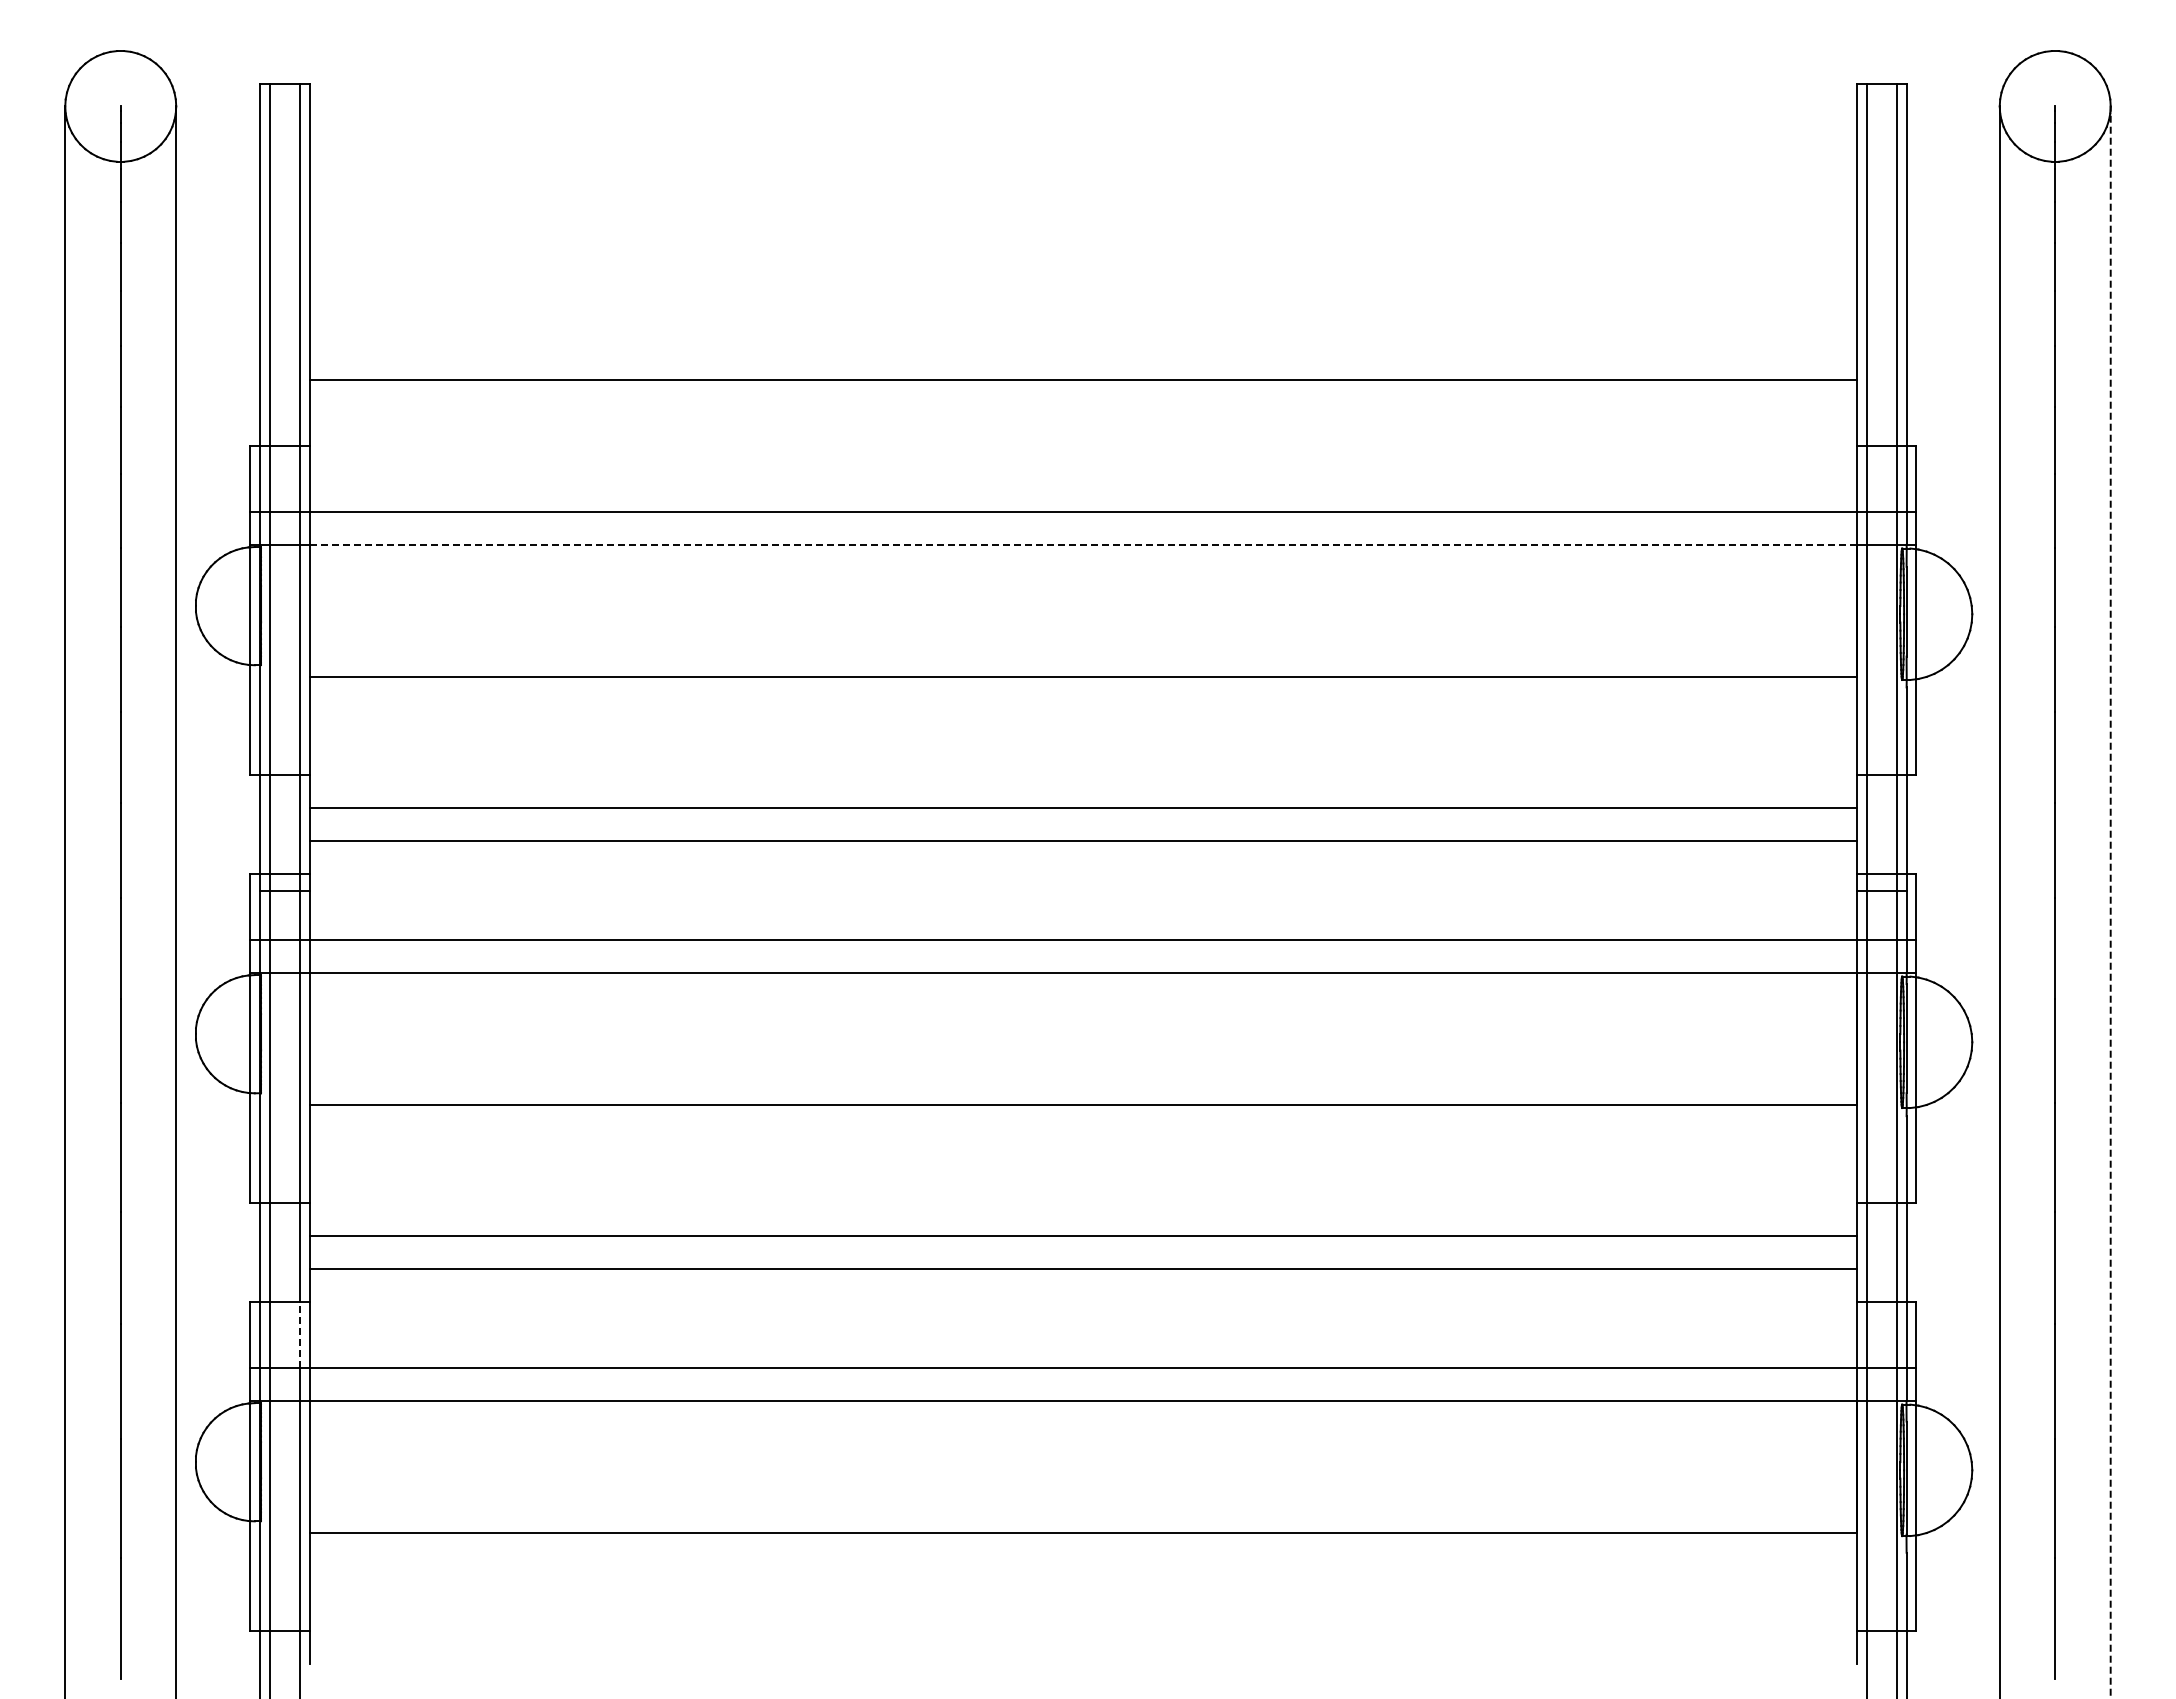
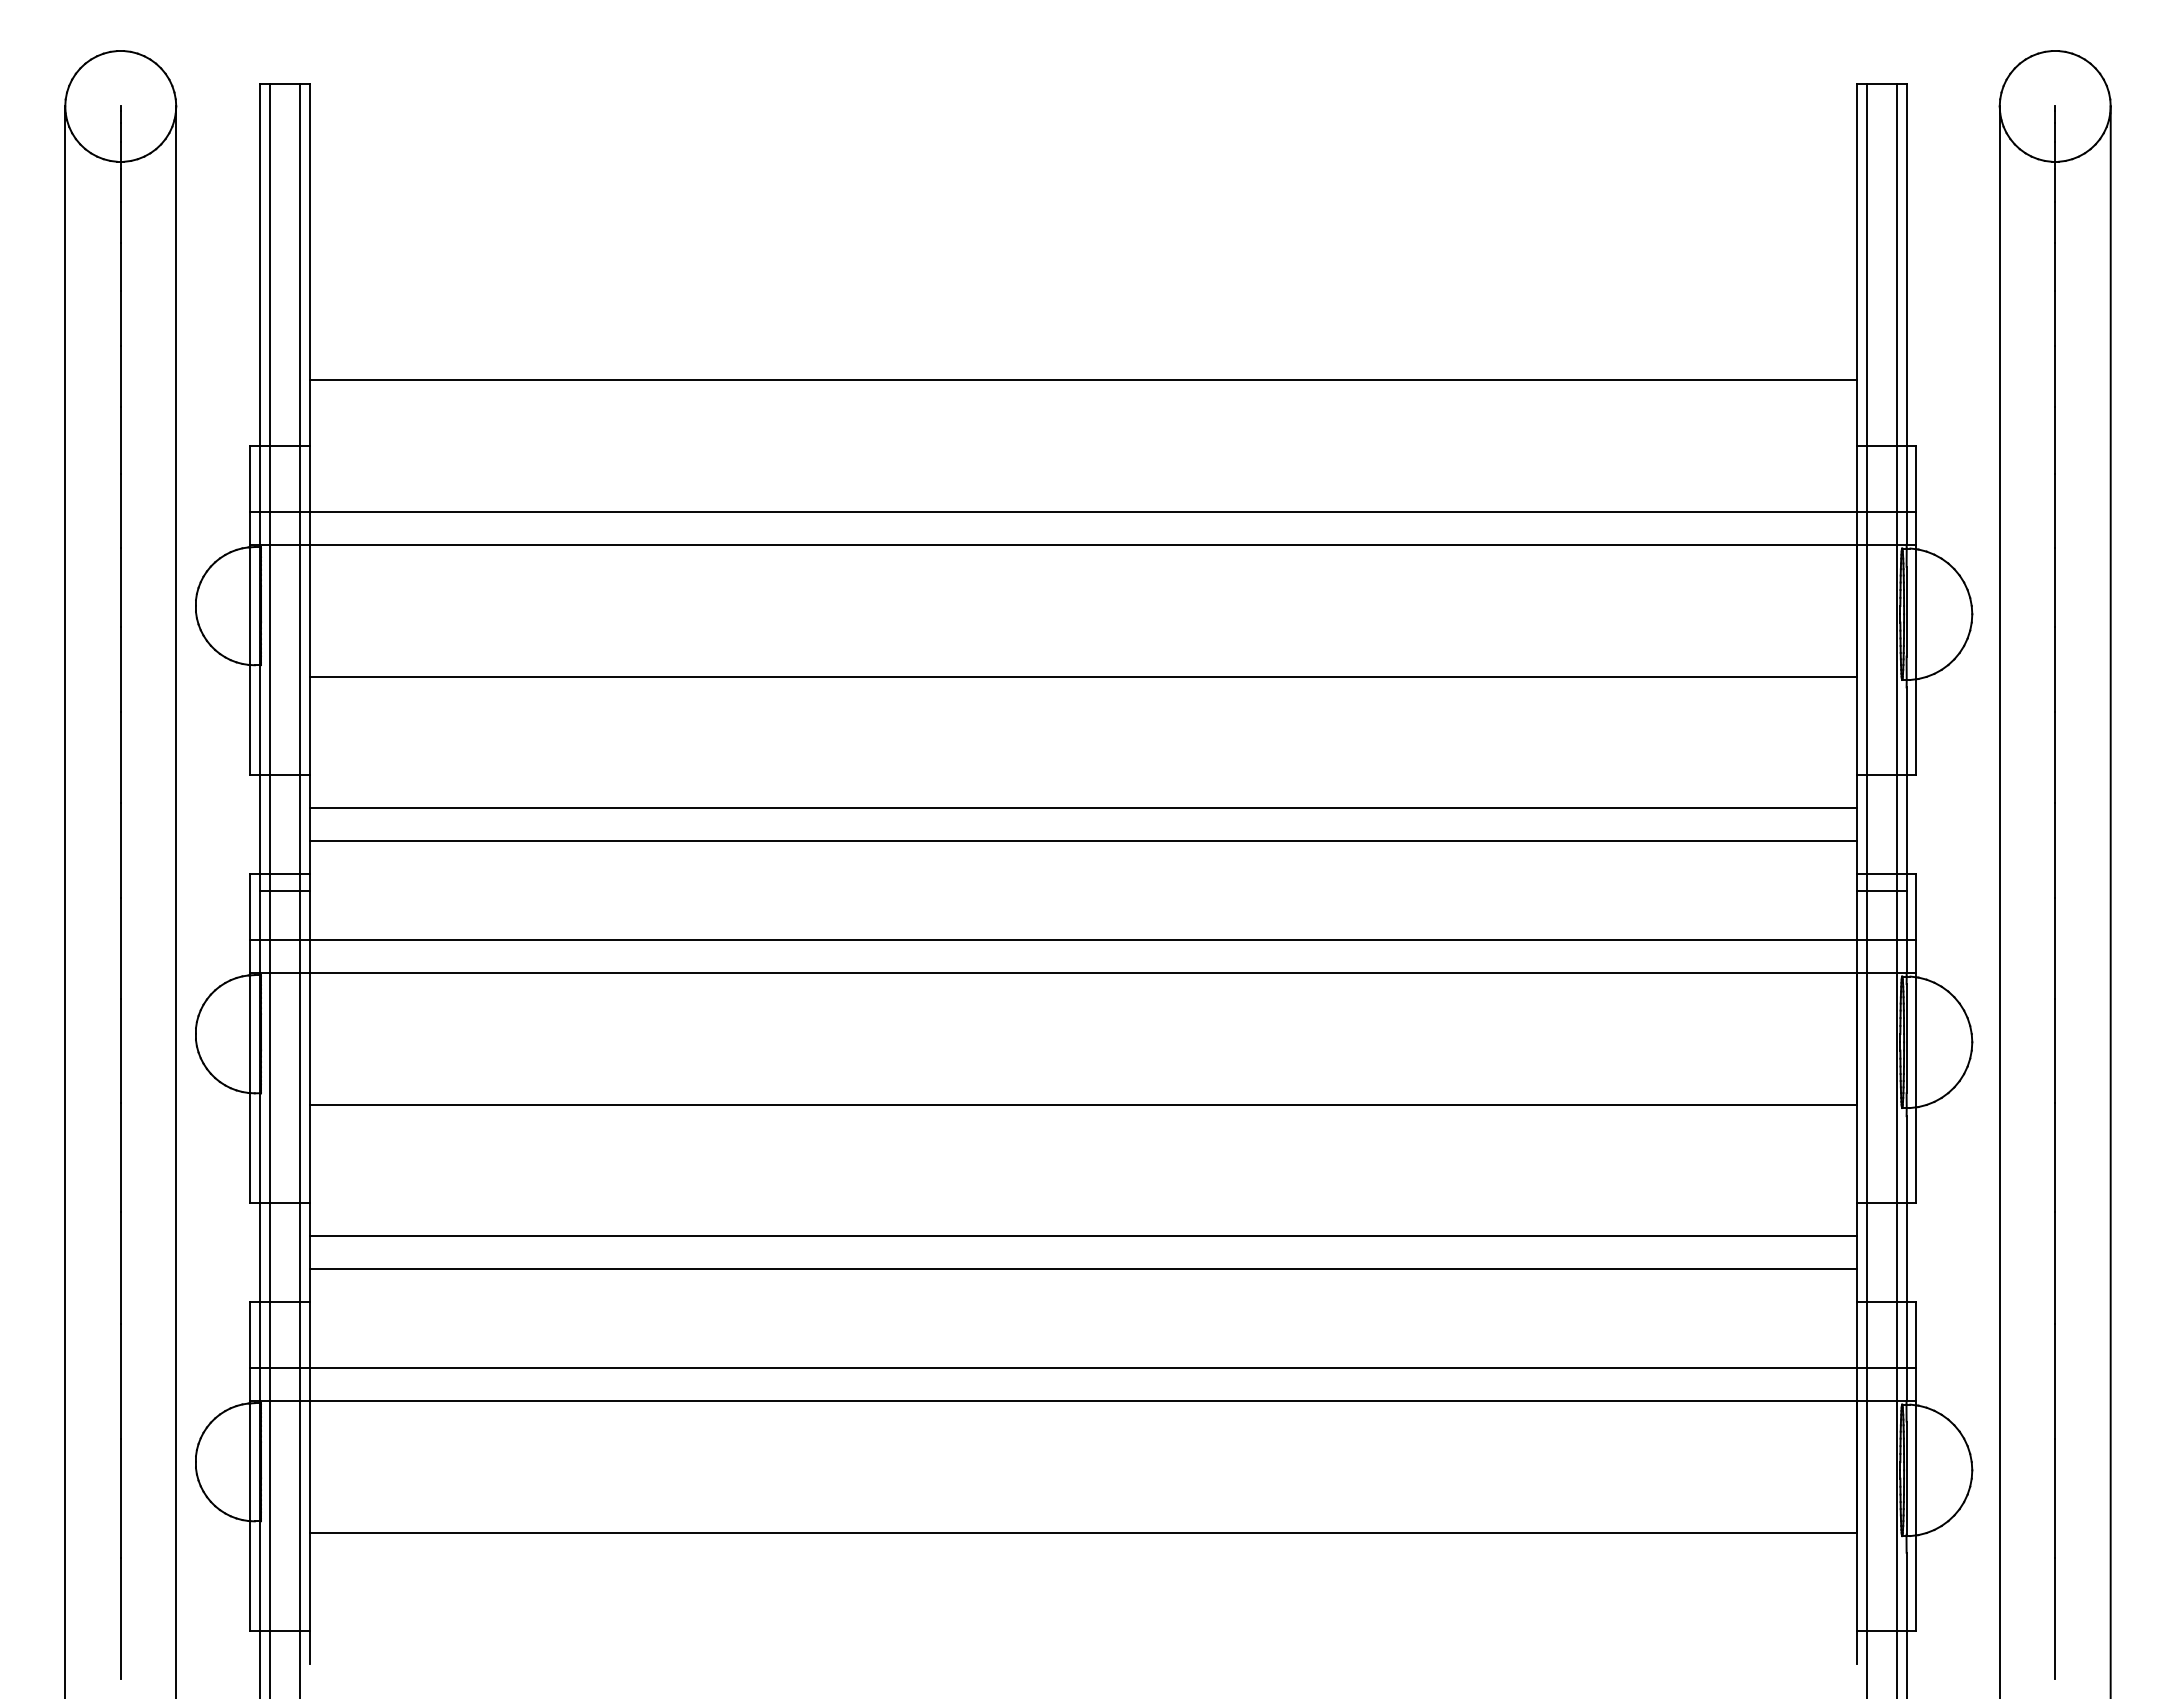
line at (1083, 544): dashed -> solid
line at (2110, 902): dashed -> solid
line at (299, 1335): dashed -> solid
